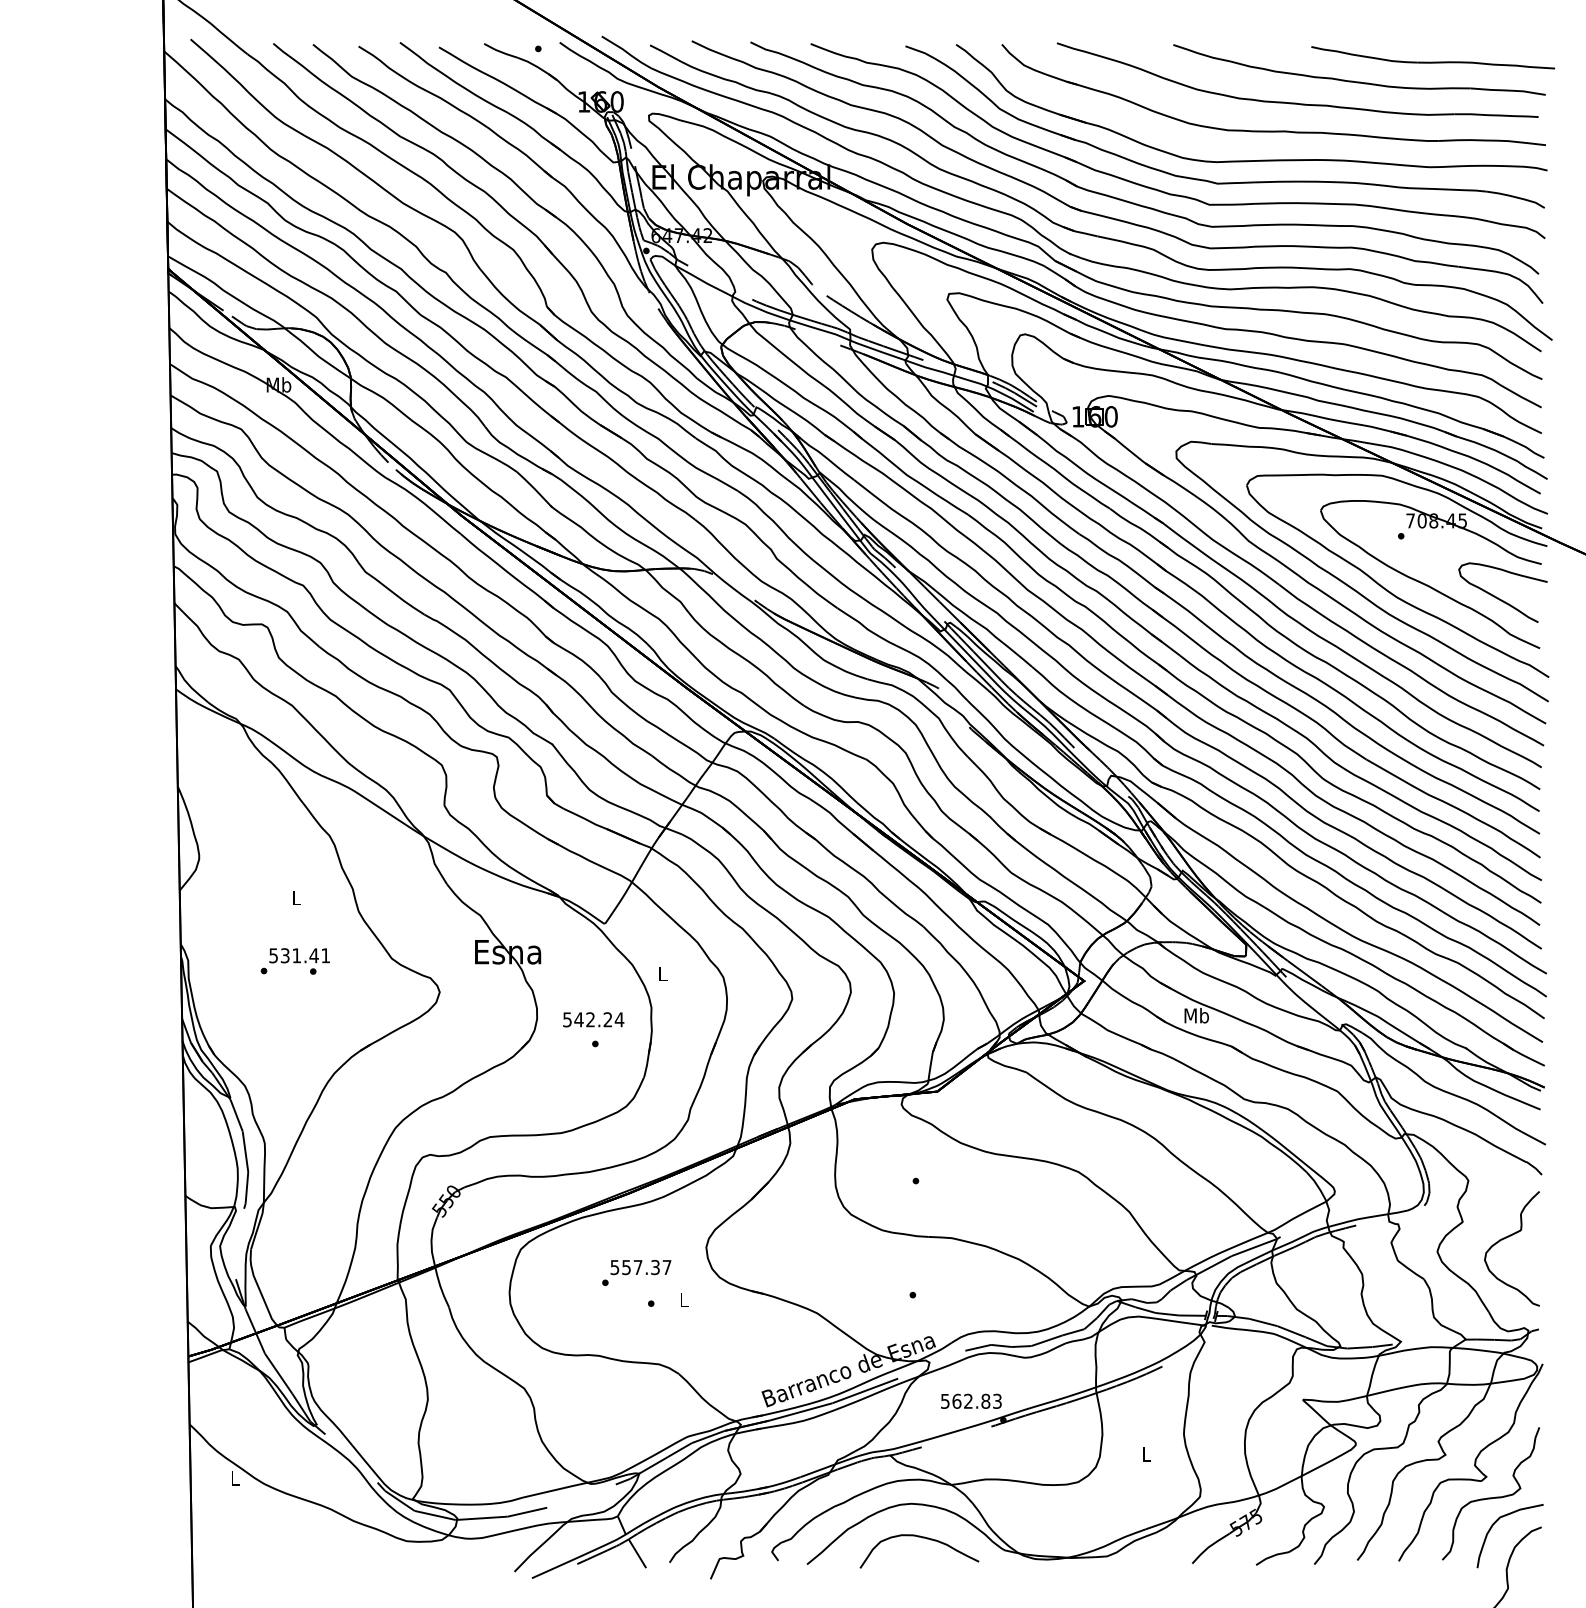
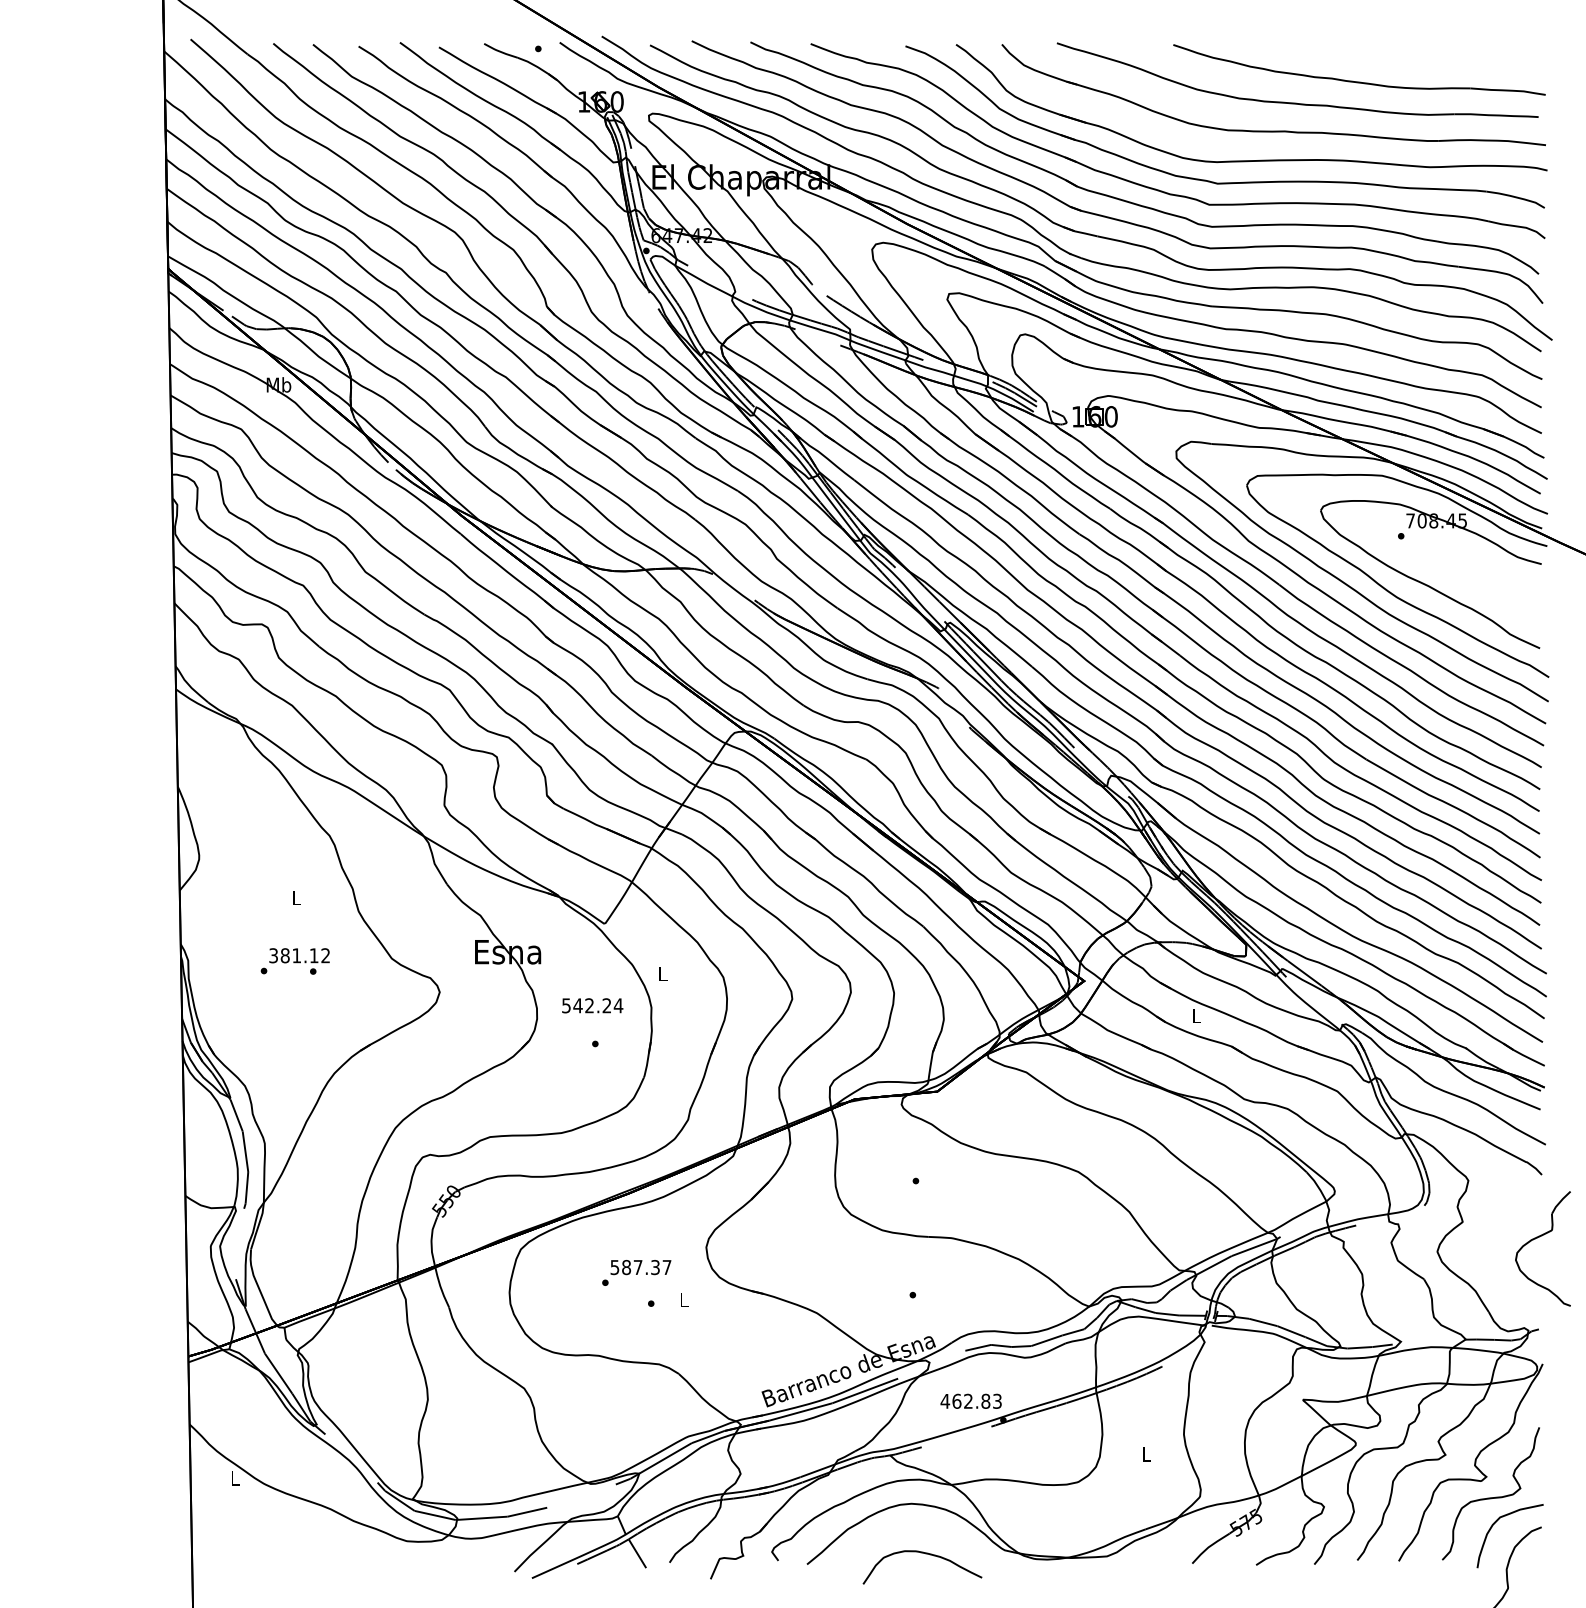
part at (1432, 57): present -> none
curve at (1500, 598): present -> none
text at (299, 955): 531.41 -> 381.12
text at (1196, 1015): Mb -> L
text at (593, 1019) position: (593, 1019) -> (592, 1005)
part at (1506, 1238) position: (1506, 1238) -> (1537, 1238)
text at (626, 1267): 557.37 -> 587.37
text at (945, 1401): 562.83 -> 462.83
curve at (922, 1538) position: (922, 1538) -> (925, 1554)
